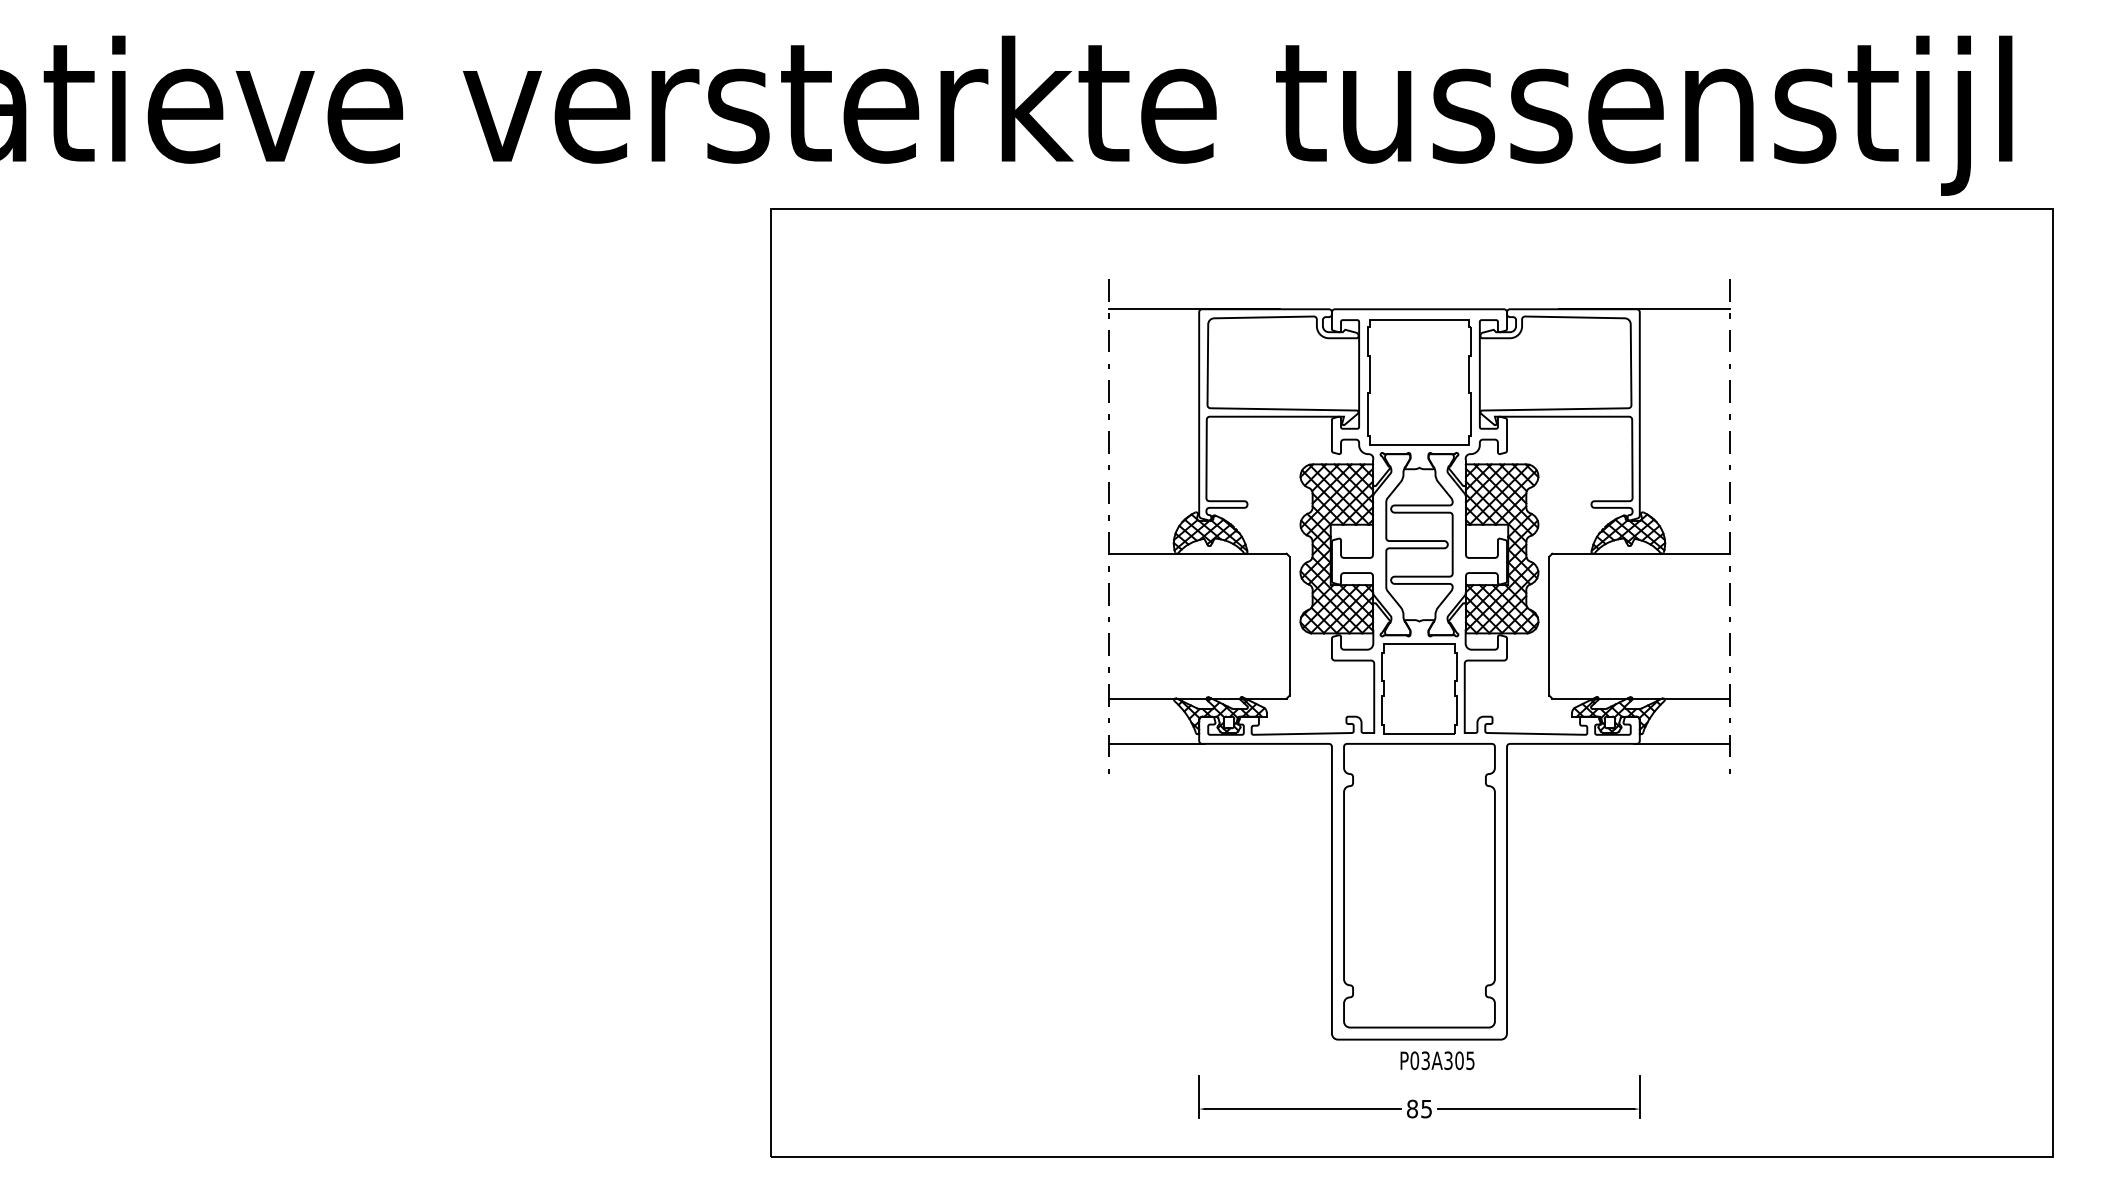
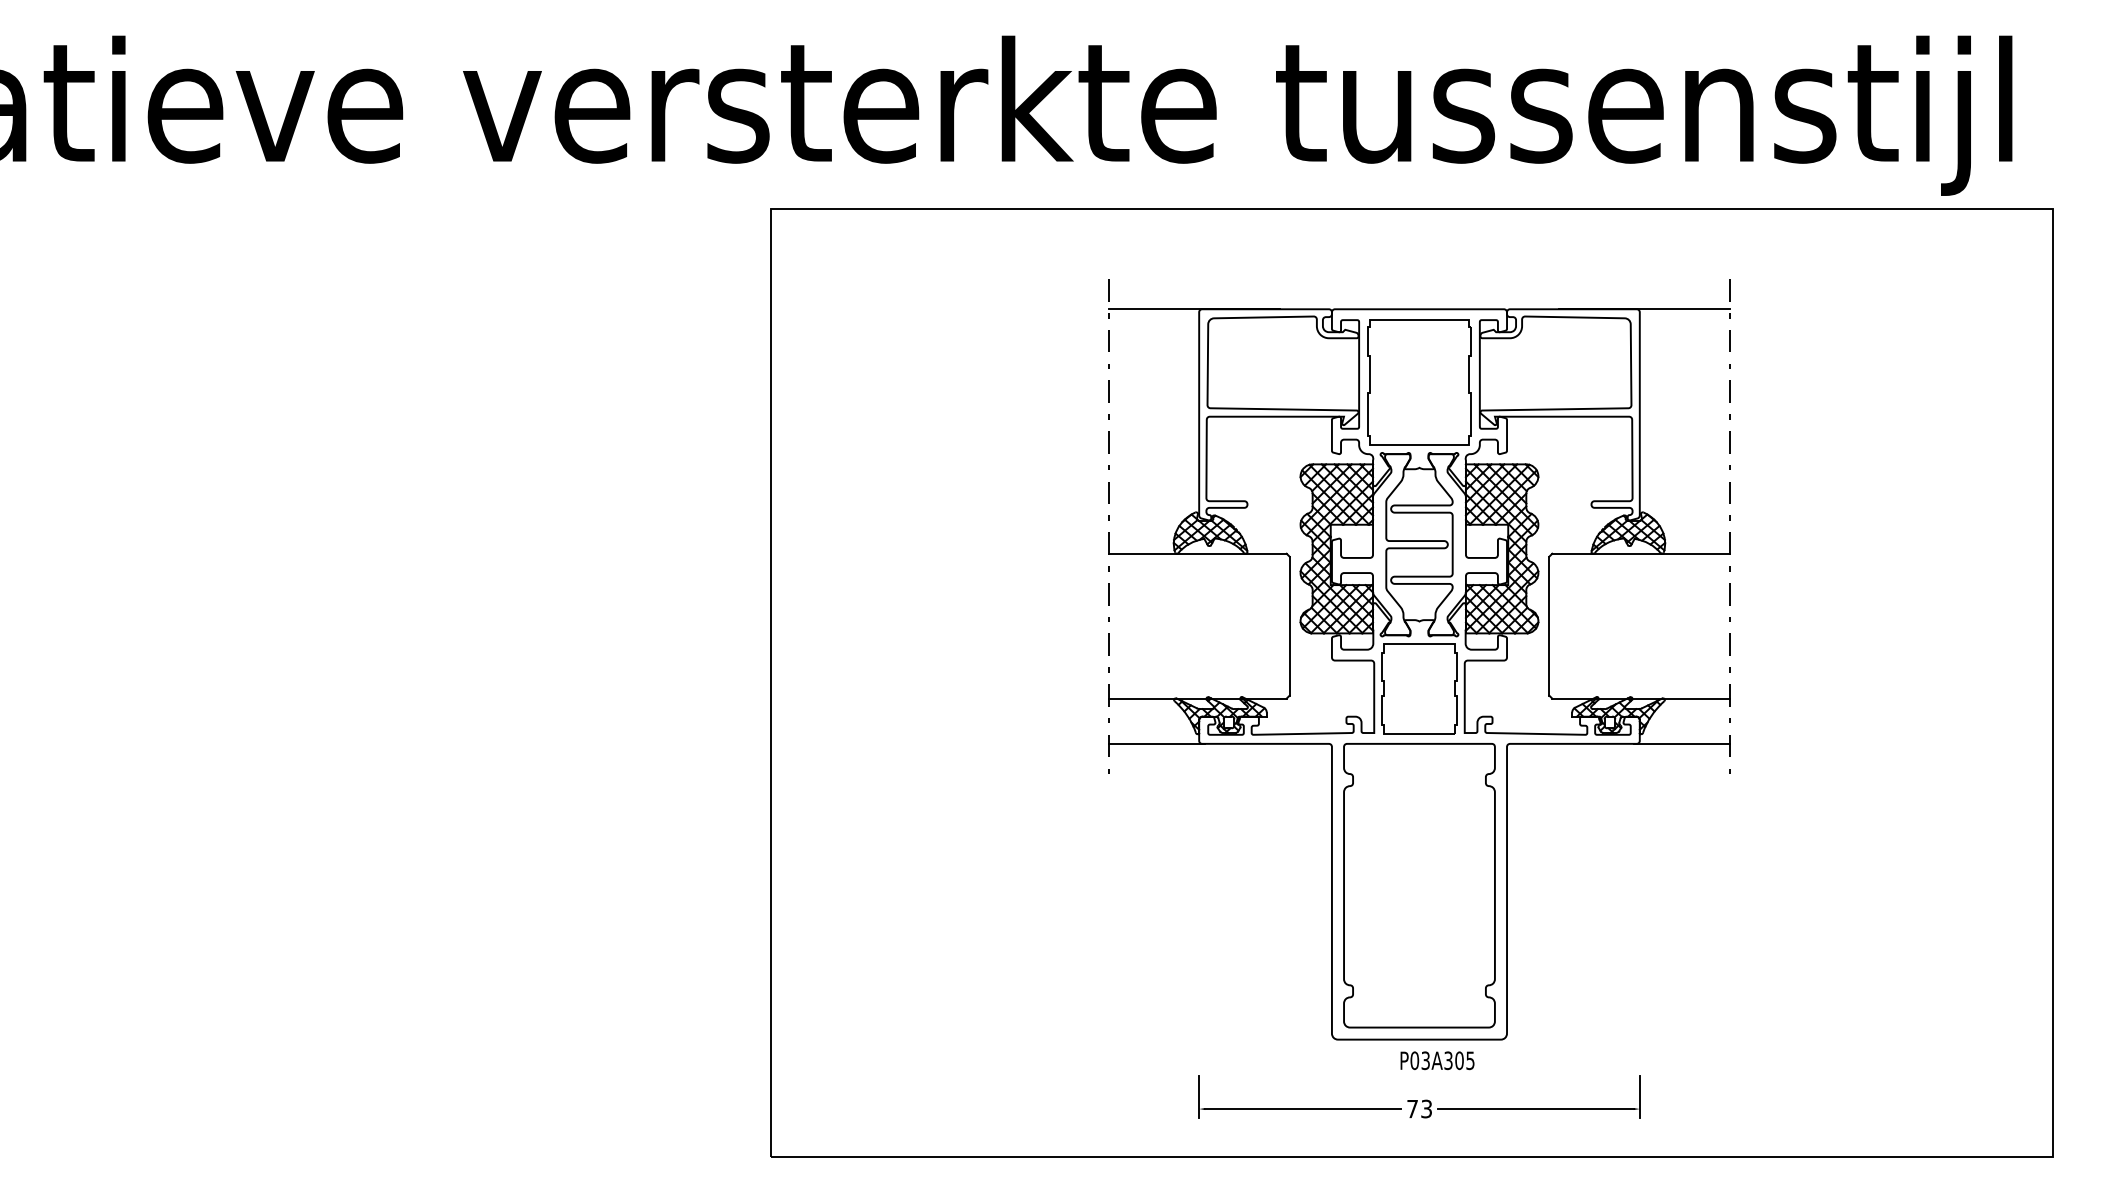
text at (1419, 1108): 85 -> 73
